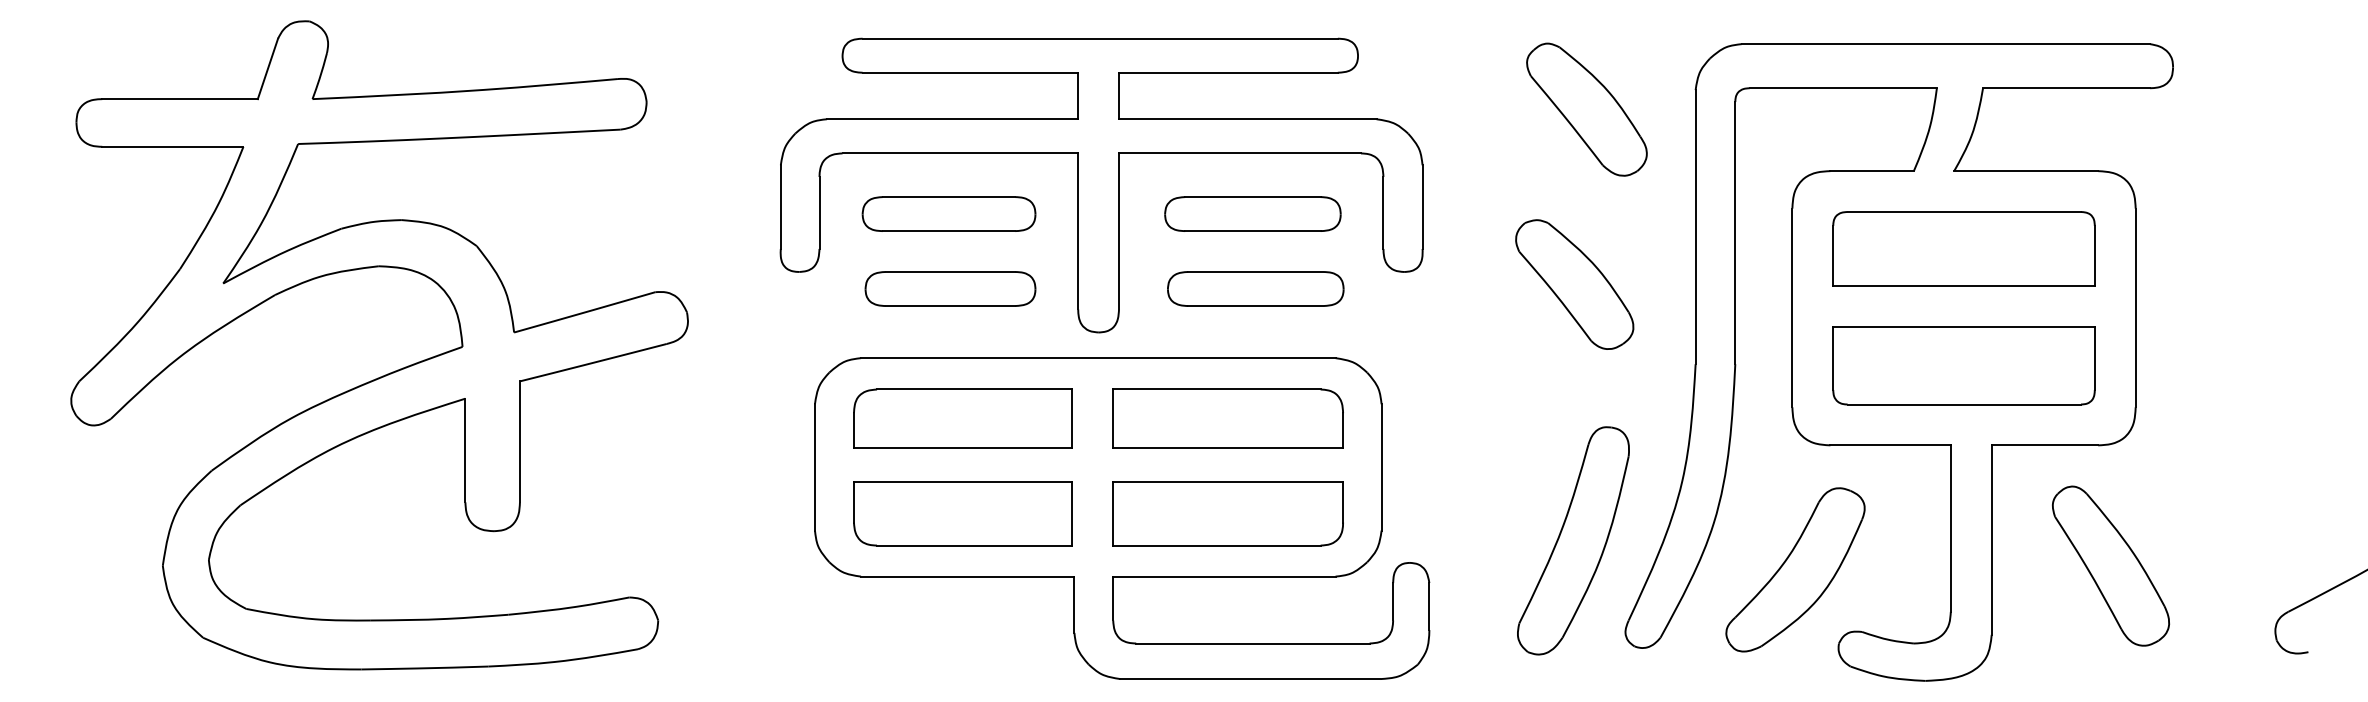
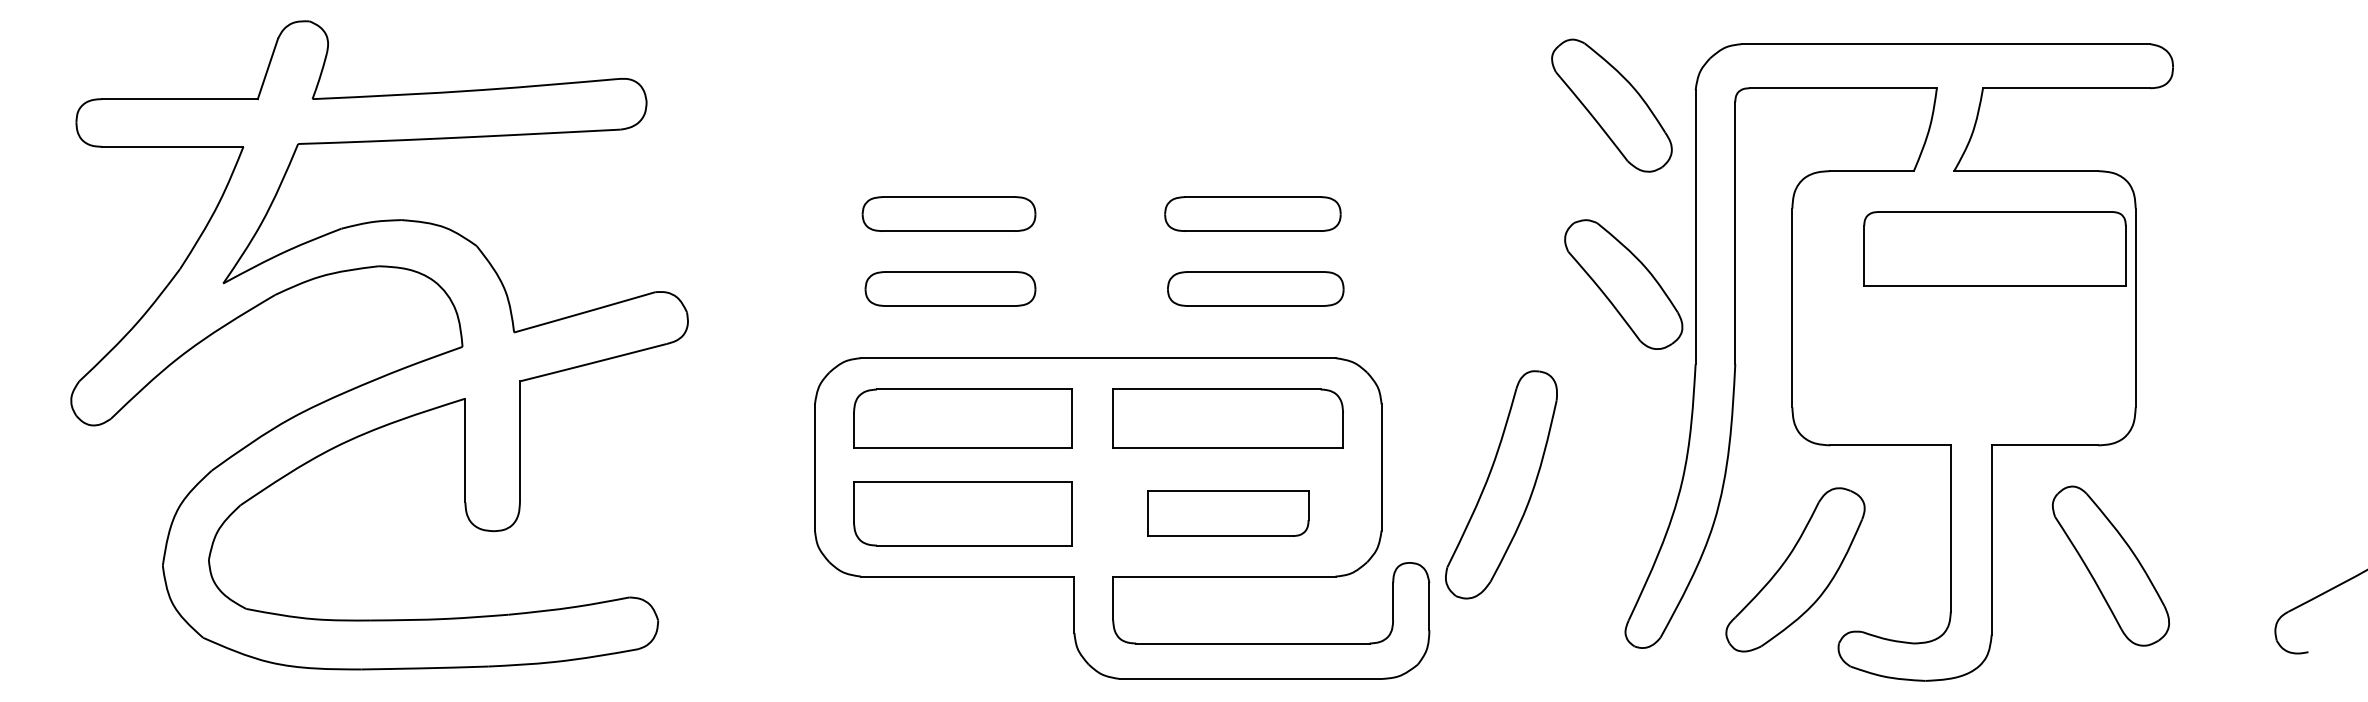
part at (1586, 109) position: (1586, 109) -> (1611, 105)
part at (1101, 185): present -> none
part at (1963, 248) position: (1963, 248) -> (1994, 248)
part at (1574, 284) position: (1574, 284) -> (1623, 284)
part at (1963, 365): present -> none
part at (1227, 513) size: 232x66 px -> 163x47 px
part at (1573, 540) position: (1573, 540) -> (1501, 484)
